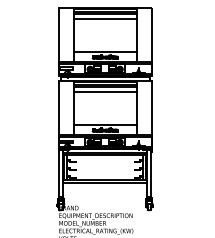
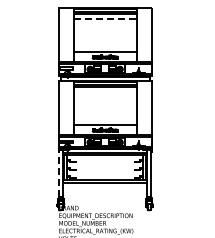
line at (105, 18): solid -> dashed
line at (104, 91): present -> none
line at (58, 173): solid -> dashed
